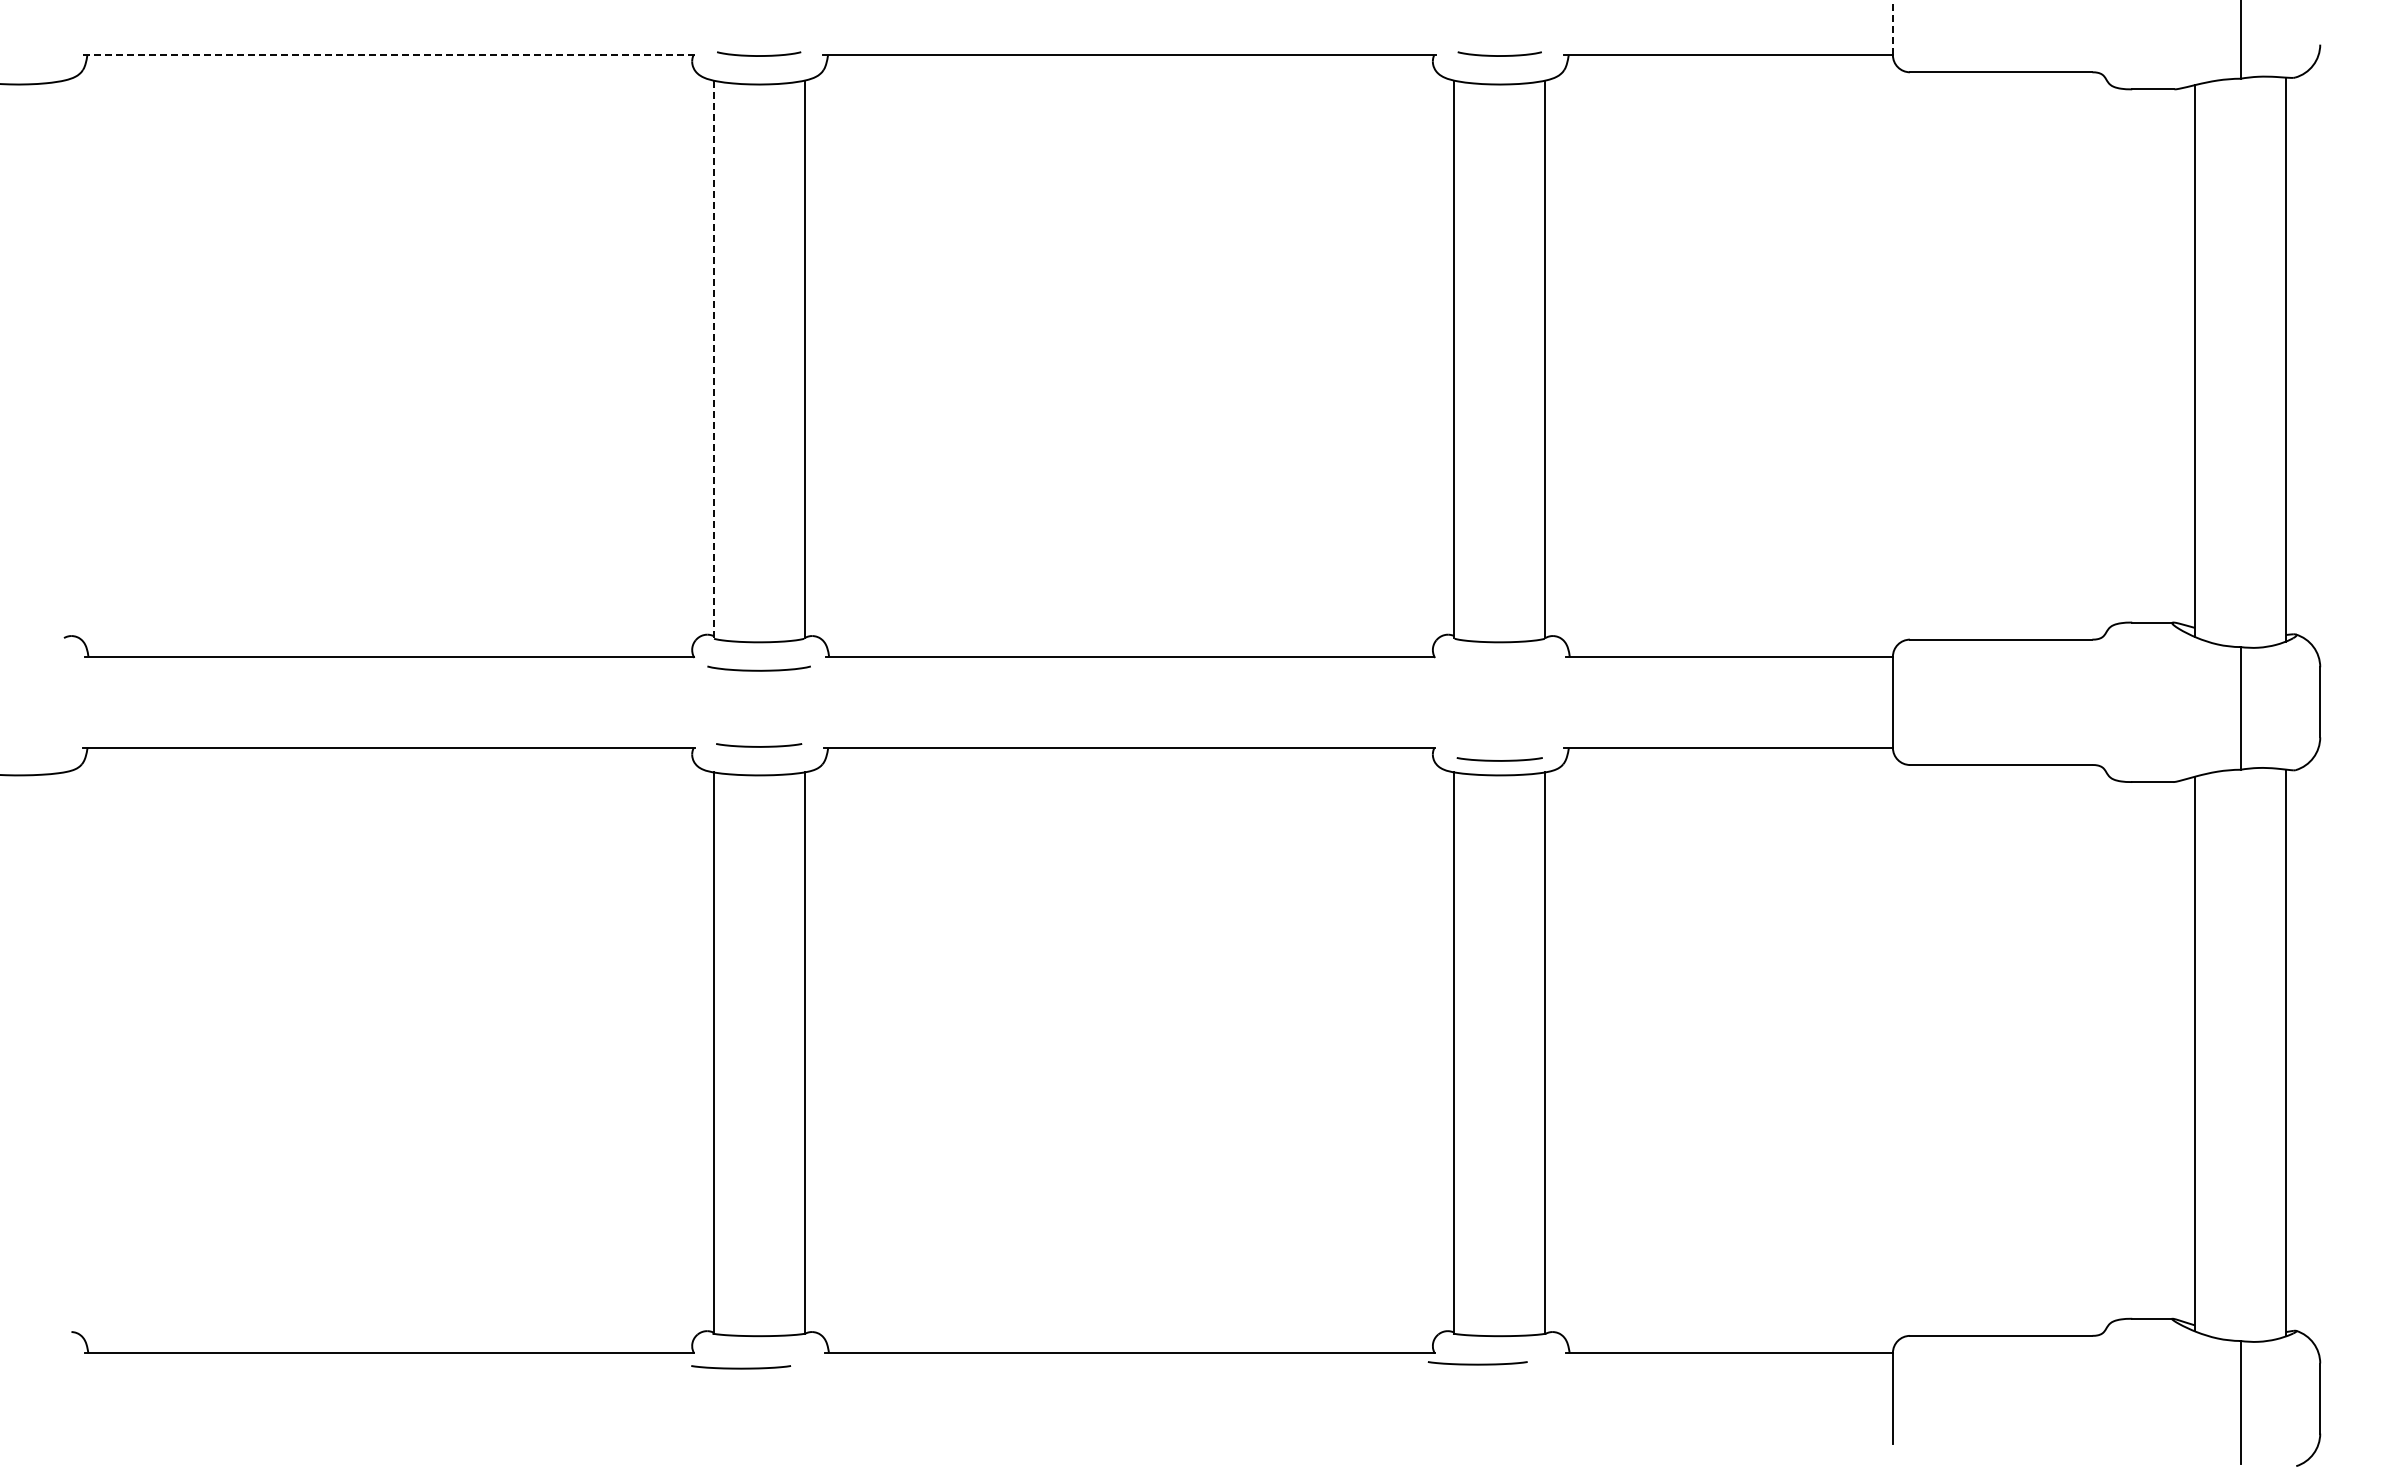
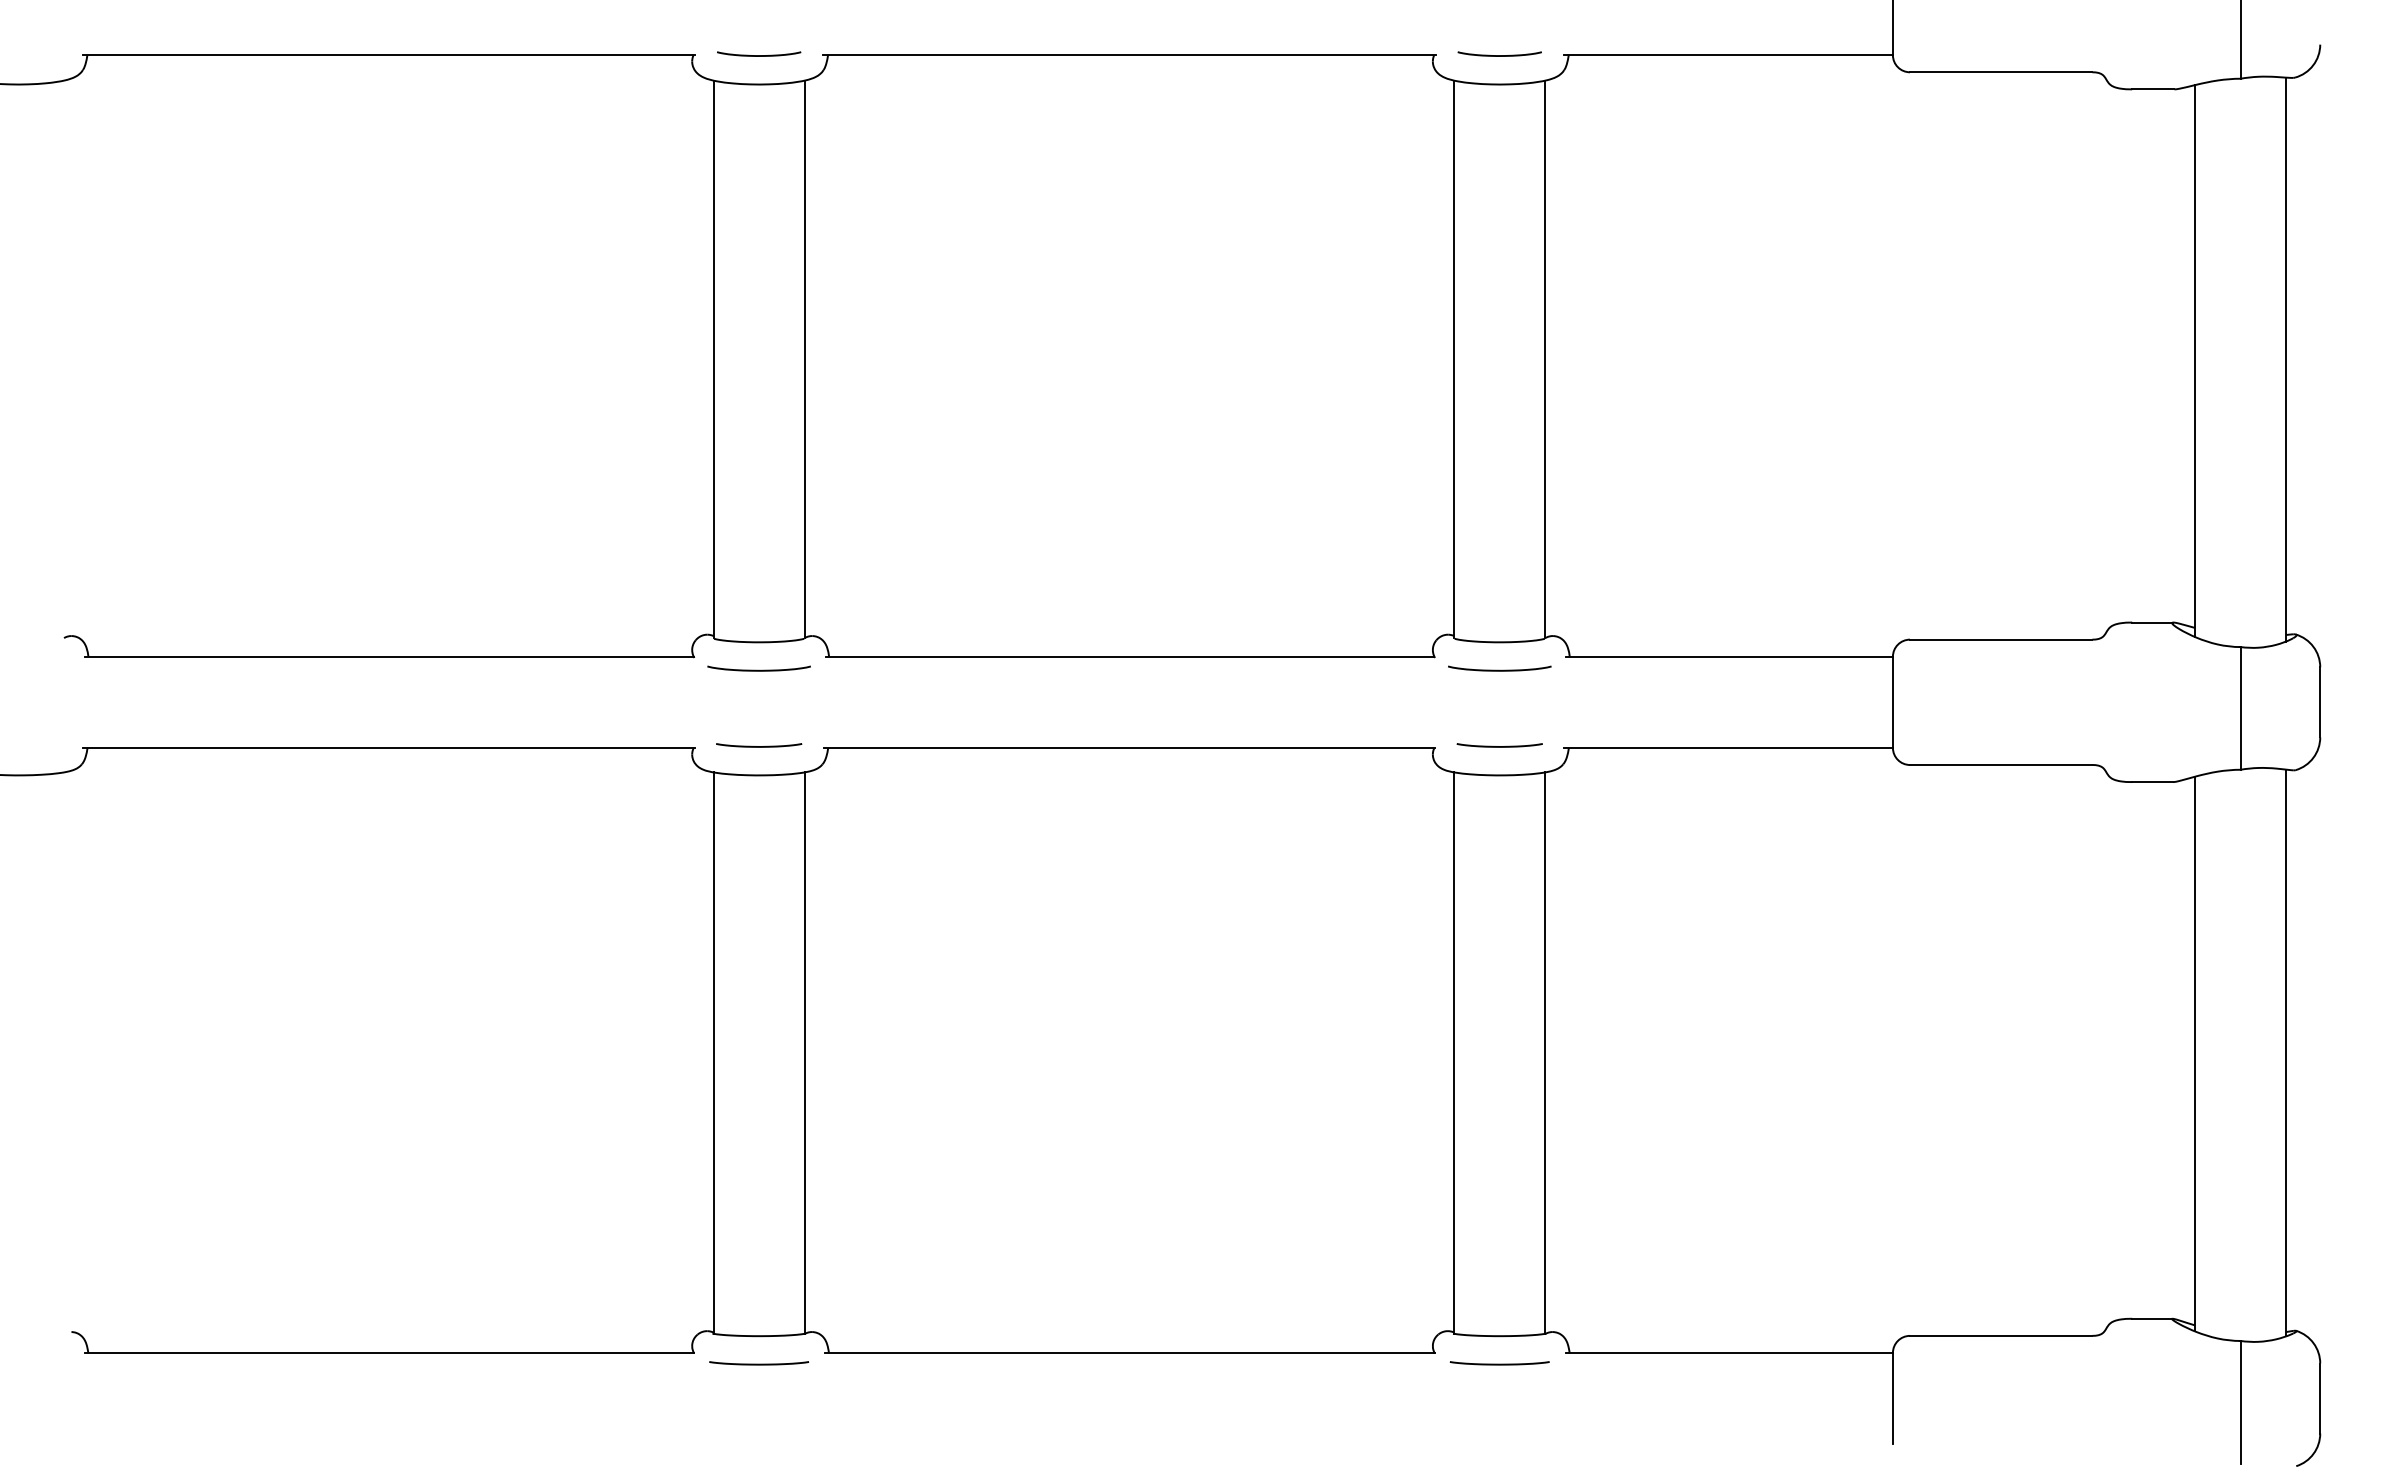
line at (1892, 27): dashed -> solid
line at (388, 55): dashed -> solid
line at (713, 359): dashed -> solid
curve at (1499, 669): none -> present
curve at (1499, 760) position: (1499, 760) -> (1499, 746)
curve at (1477, 1363) position: (1477, 1363) -> (1499, 1363)
curve at (740, 1367) position: (740, 1367) -> (758, 1363)
